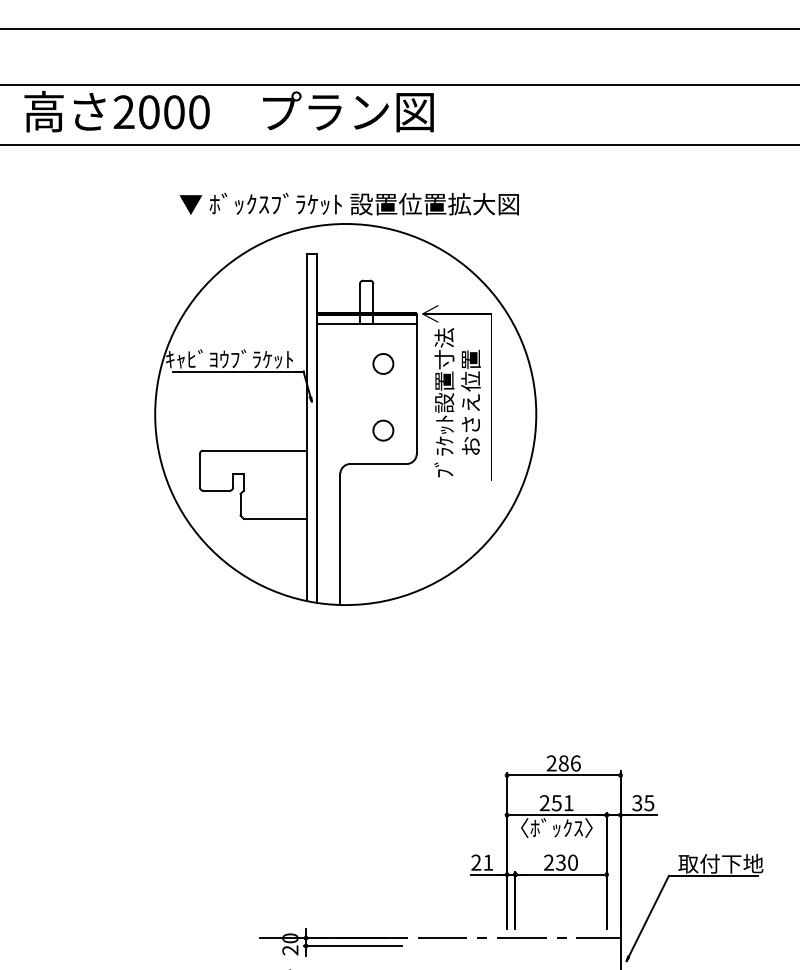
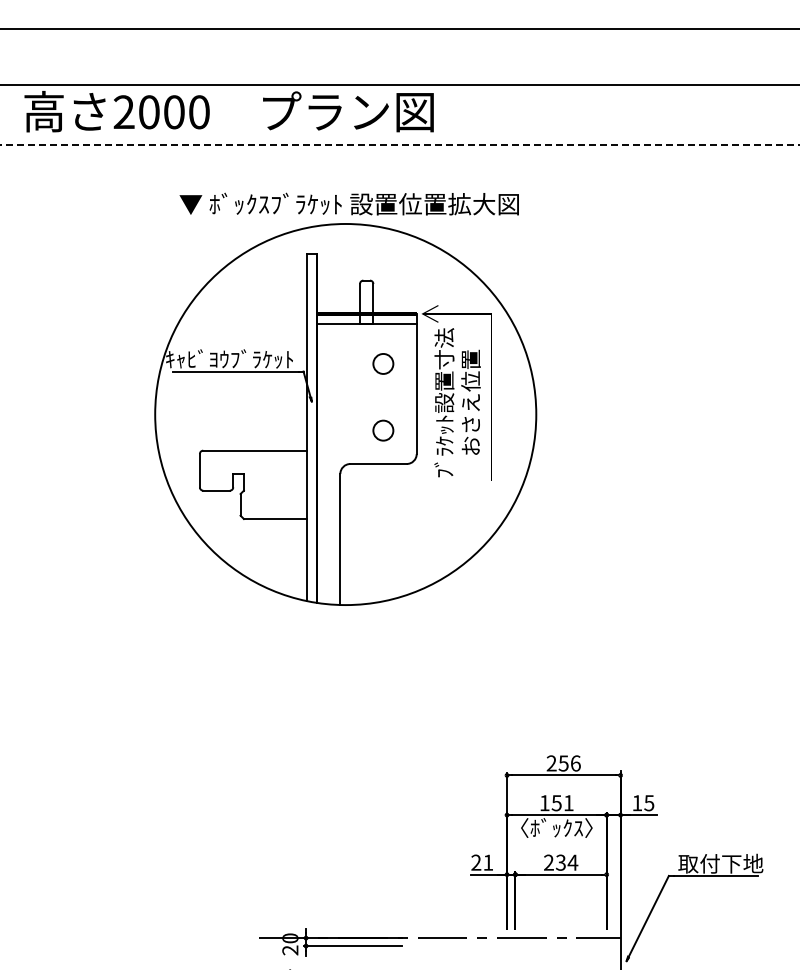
line at (400, 144): solid -> dashed
text at (563, 763): 286 -> 256
text at (544, 803): 251 -> 151
text at (637, 803): 35 -> 15
text at (572, 862): 230 -> 234
